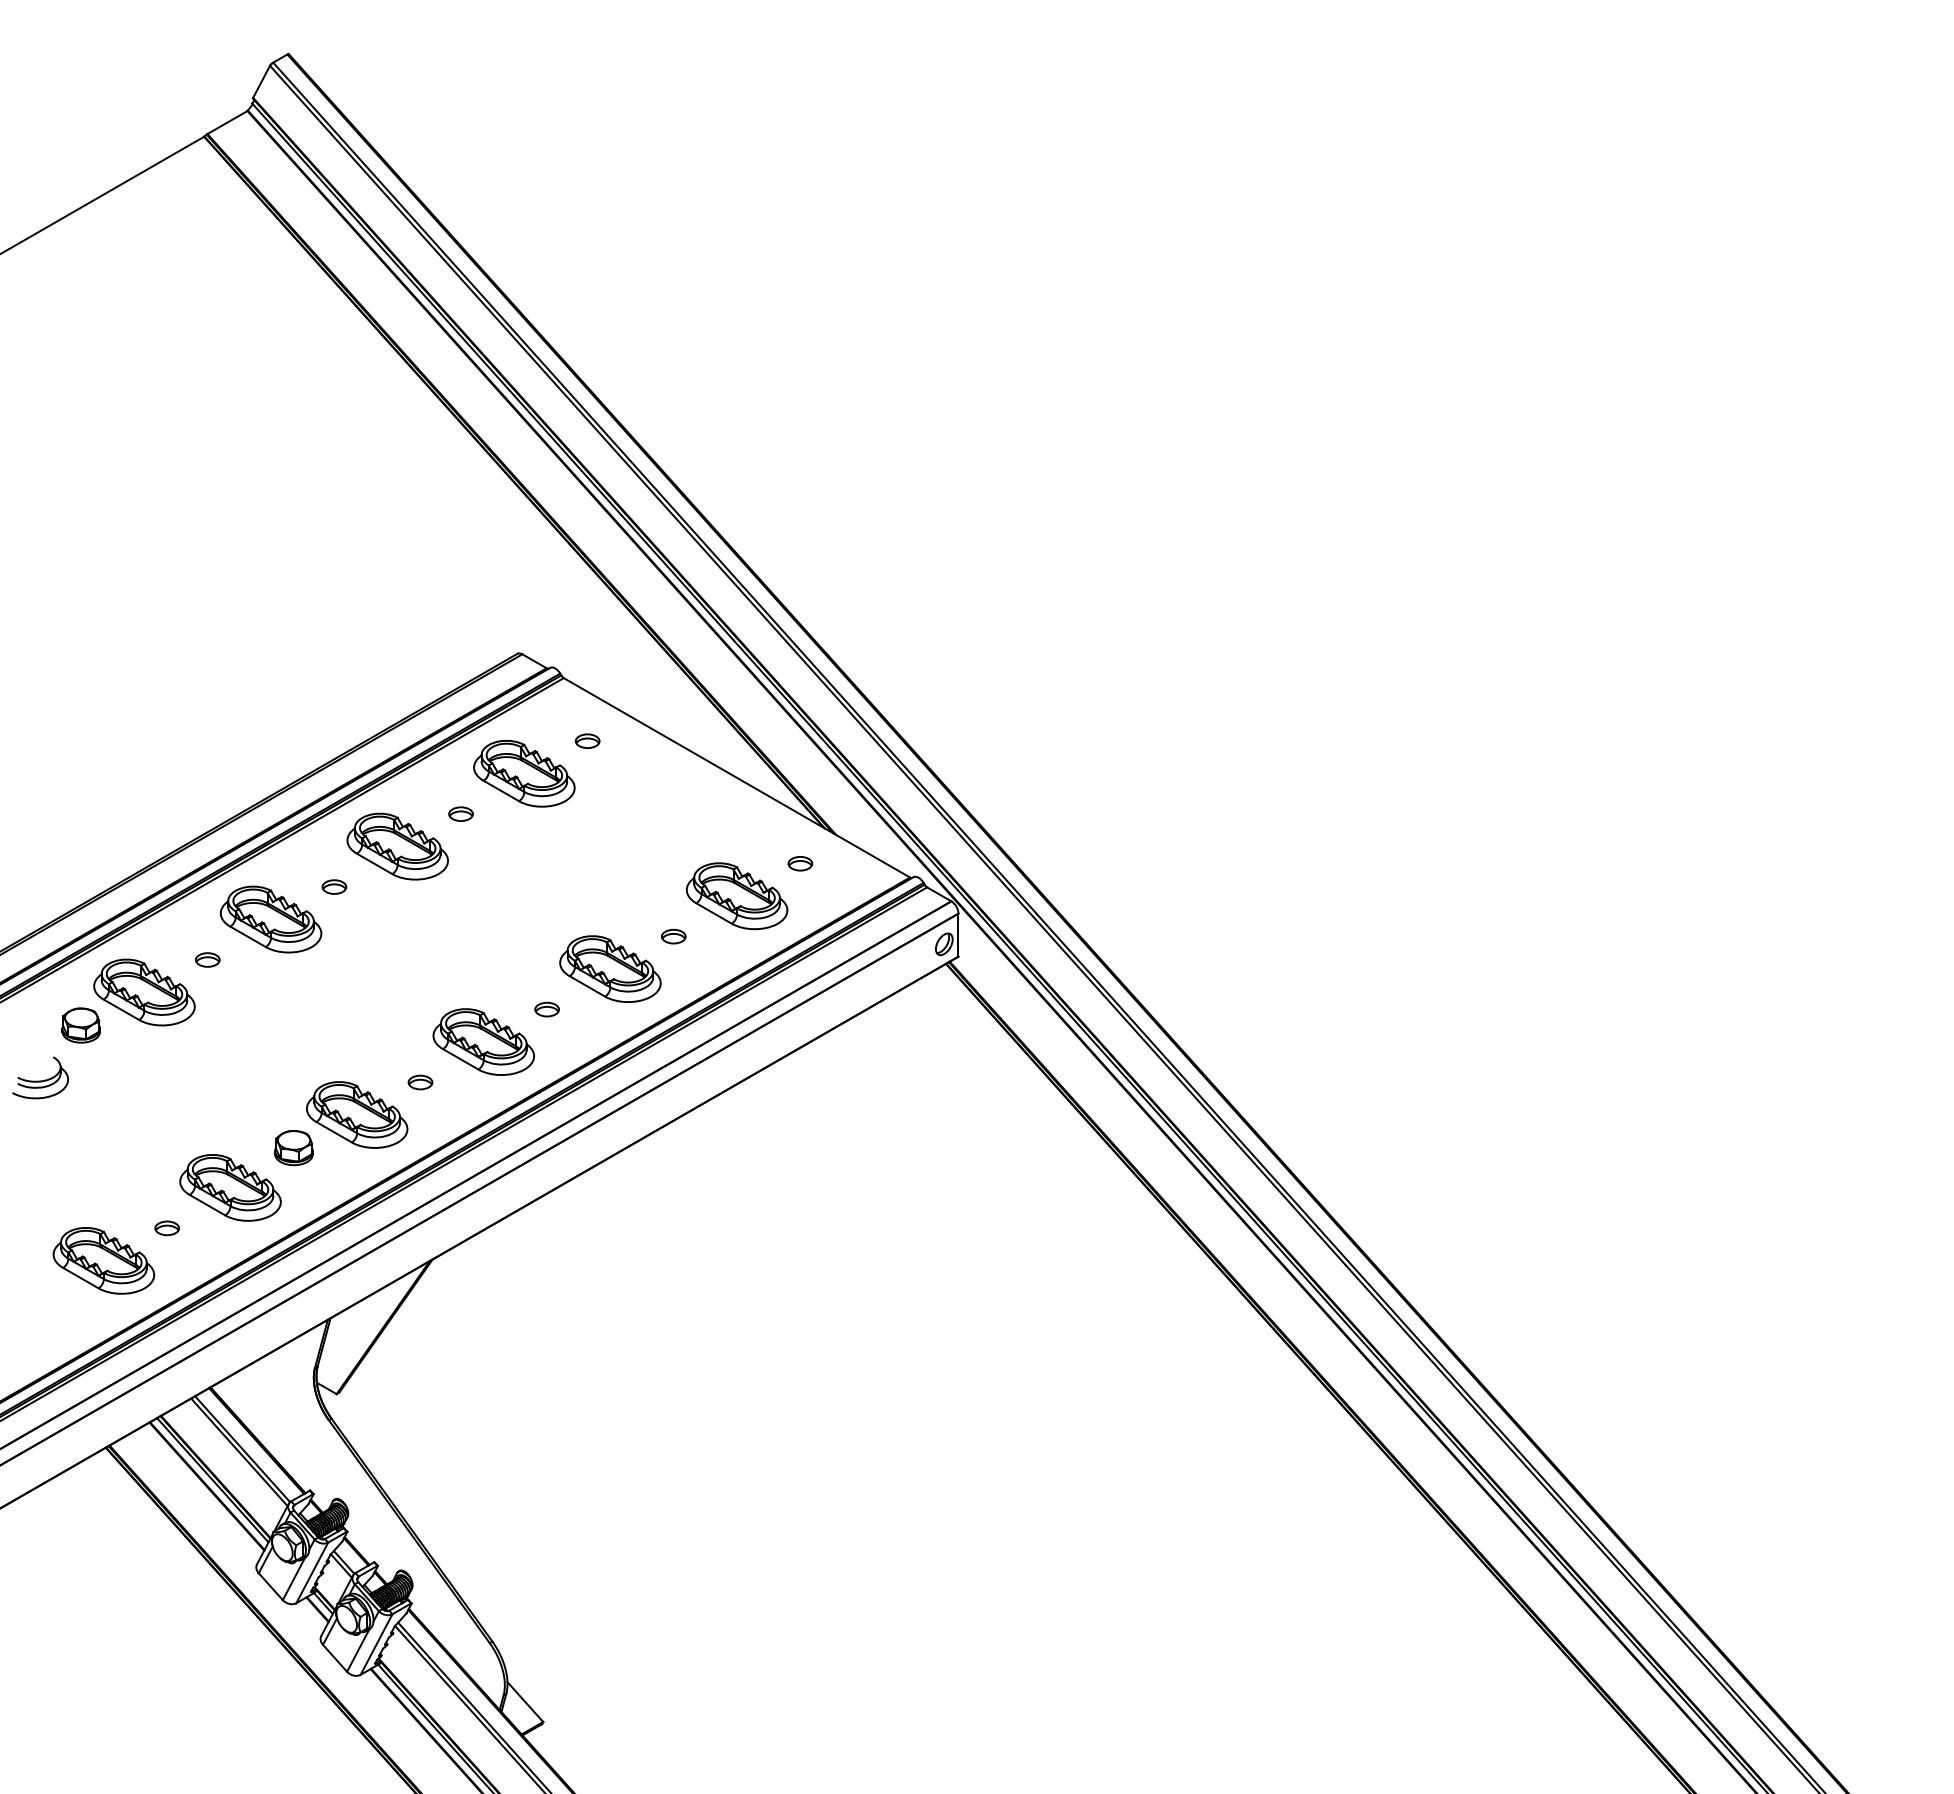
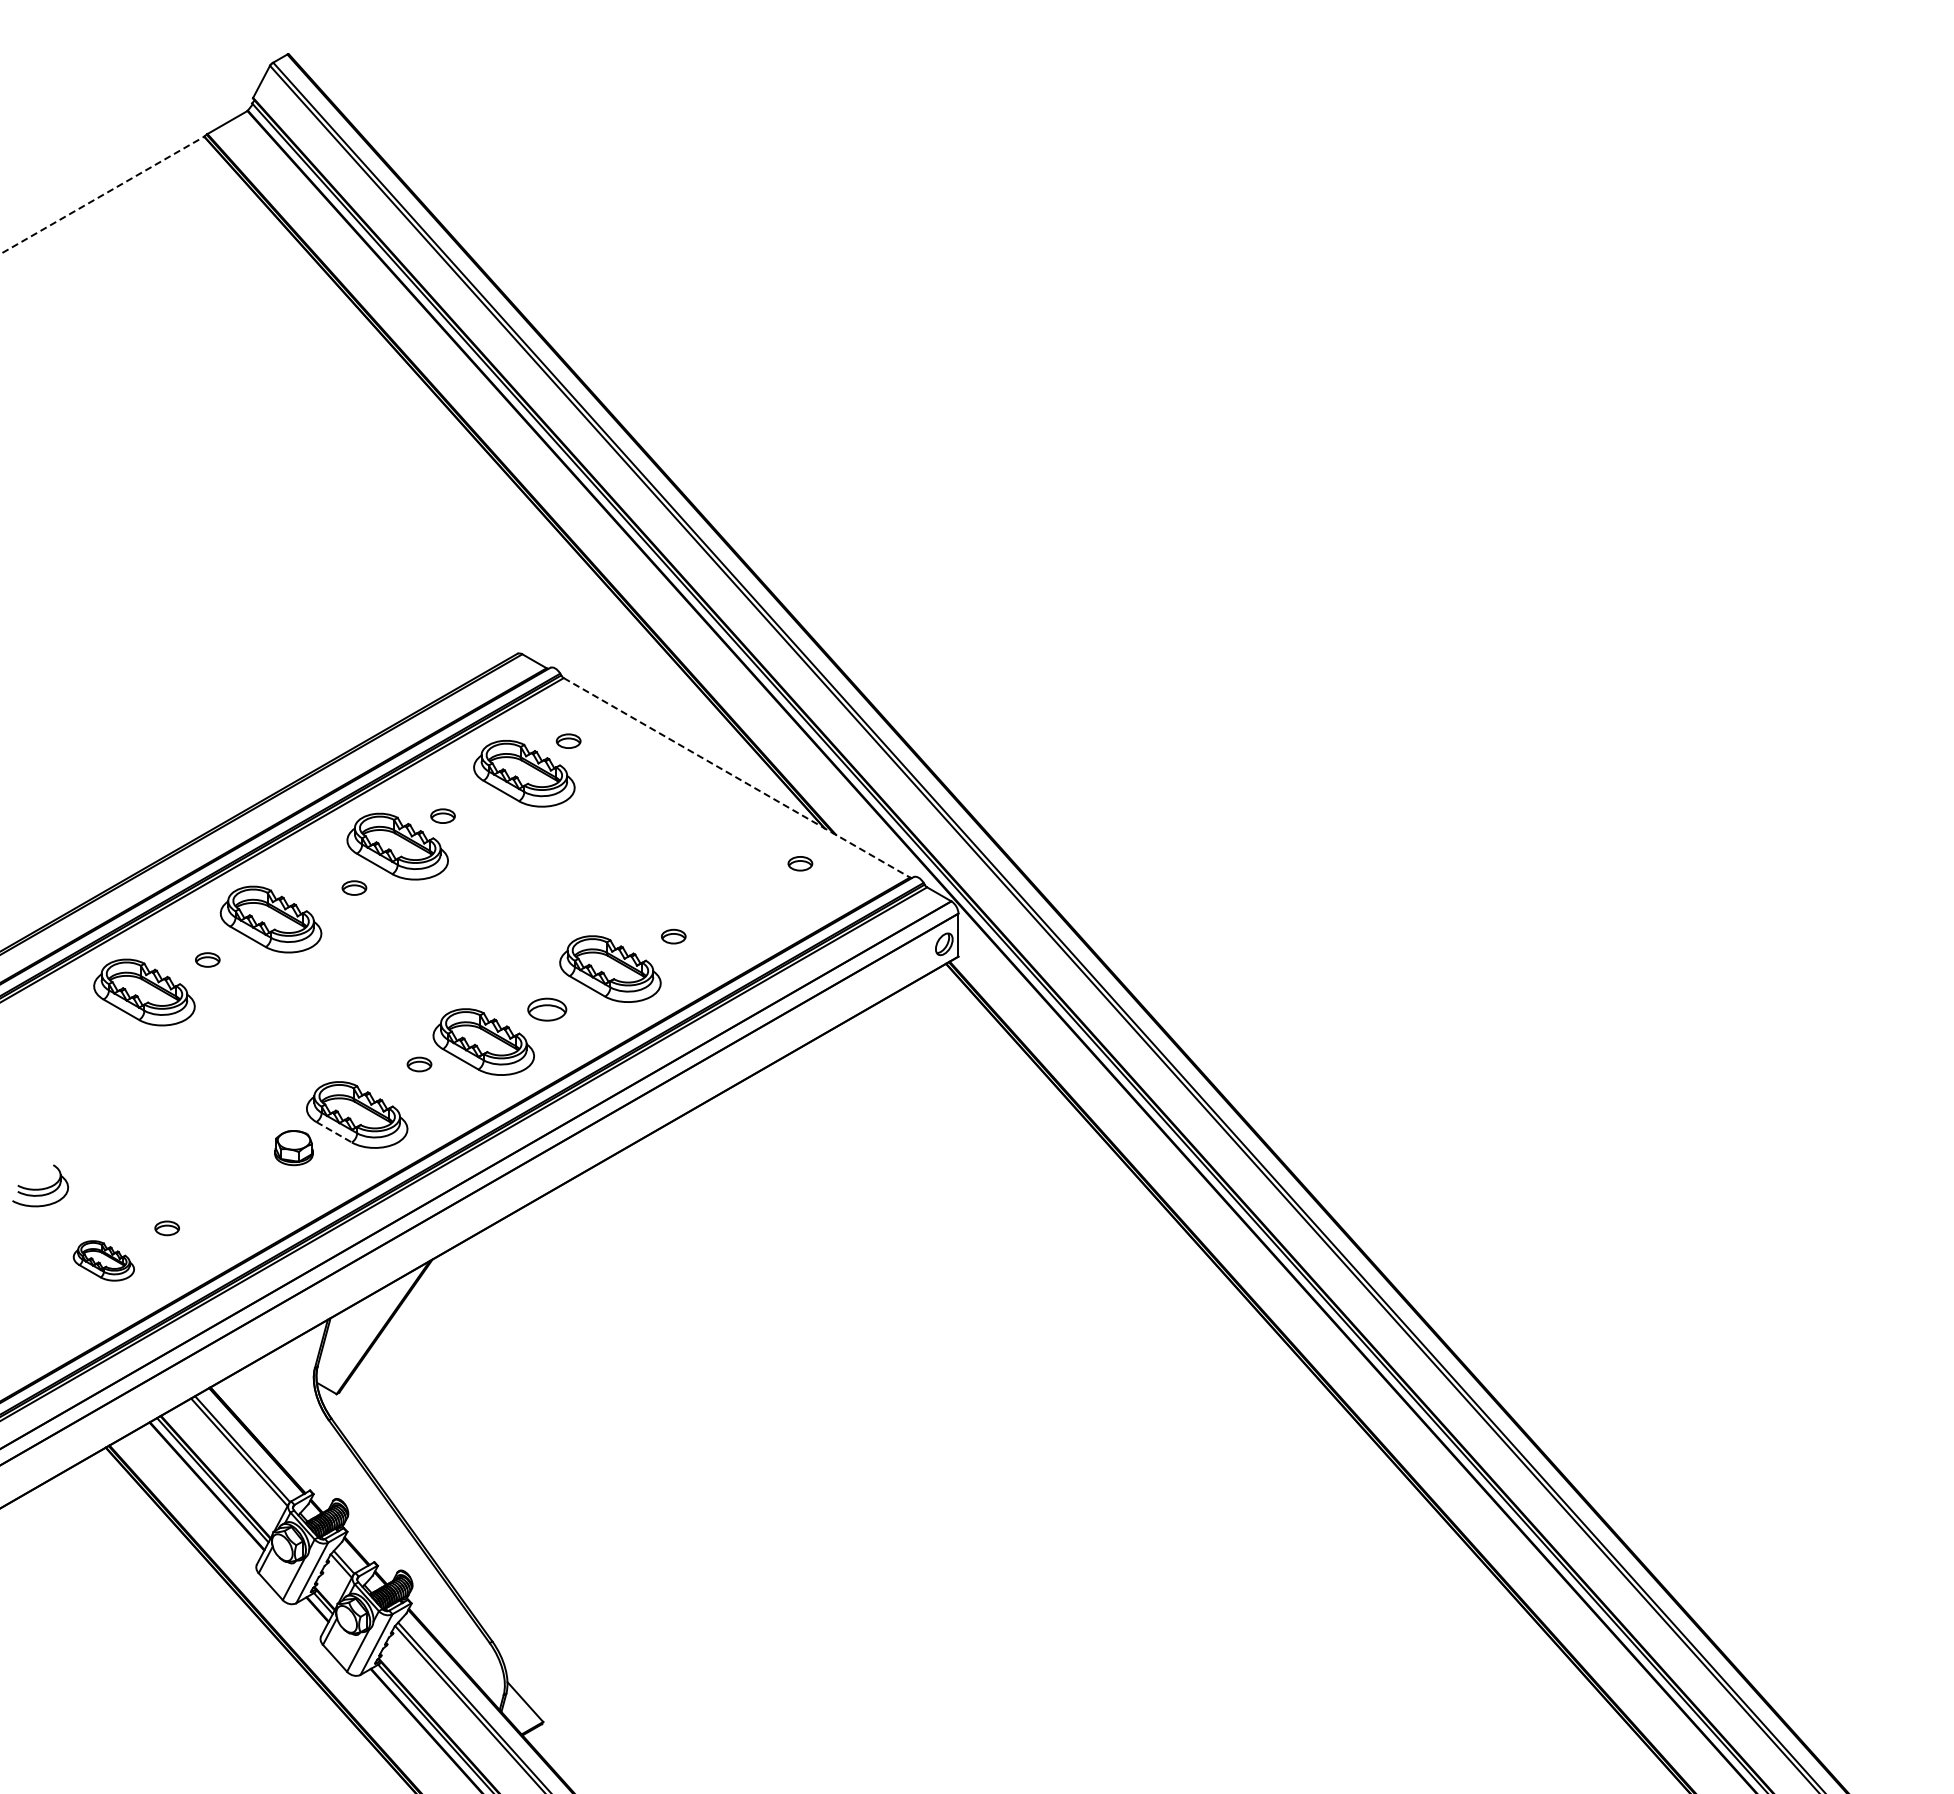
line at (102, 195): solid -> dashed
part at (587, 740) position: (587, 740) -> (568, 740)
line at (736, 777): solid -> dashed
part at (460, 813) position: (460, 813) -> (442, 815)
part at (334, 886) position: (334, 886) -> (354, 887)
part at (736, 896): present -> none
part at (546, 1009) size: 26x17 px -> 41x25 px
part at (80, 1025): present -> none
part at (40, 1077) position: (40, 1077) -> (40, 1185)
part at (420, 1082) position: (420, 1082) -> (419, 1064)
line at (334, 1132): solid -> dashed
part at (230, 1187): present -> none
part at (103, 1260) size: 104x68 px -> 63x42 px
